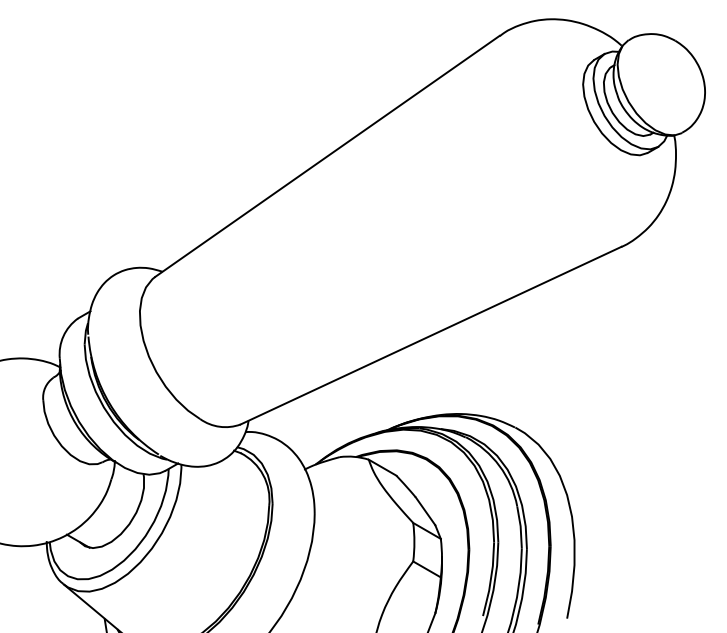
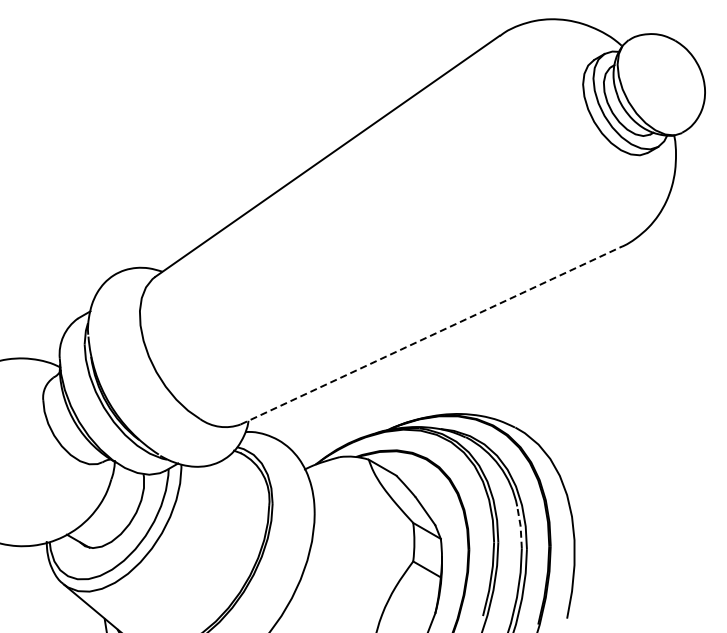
line at (431, 335): solid -> dashed
line at (520, 526): solid -> dashed
